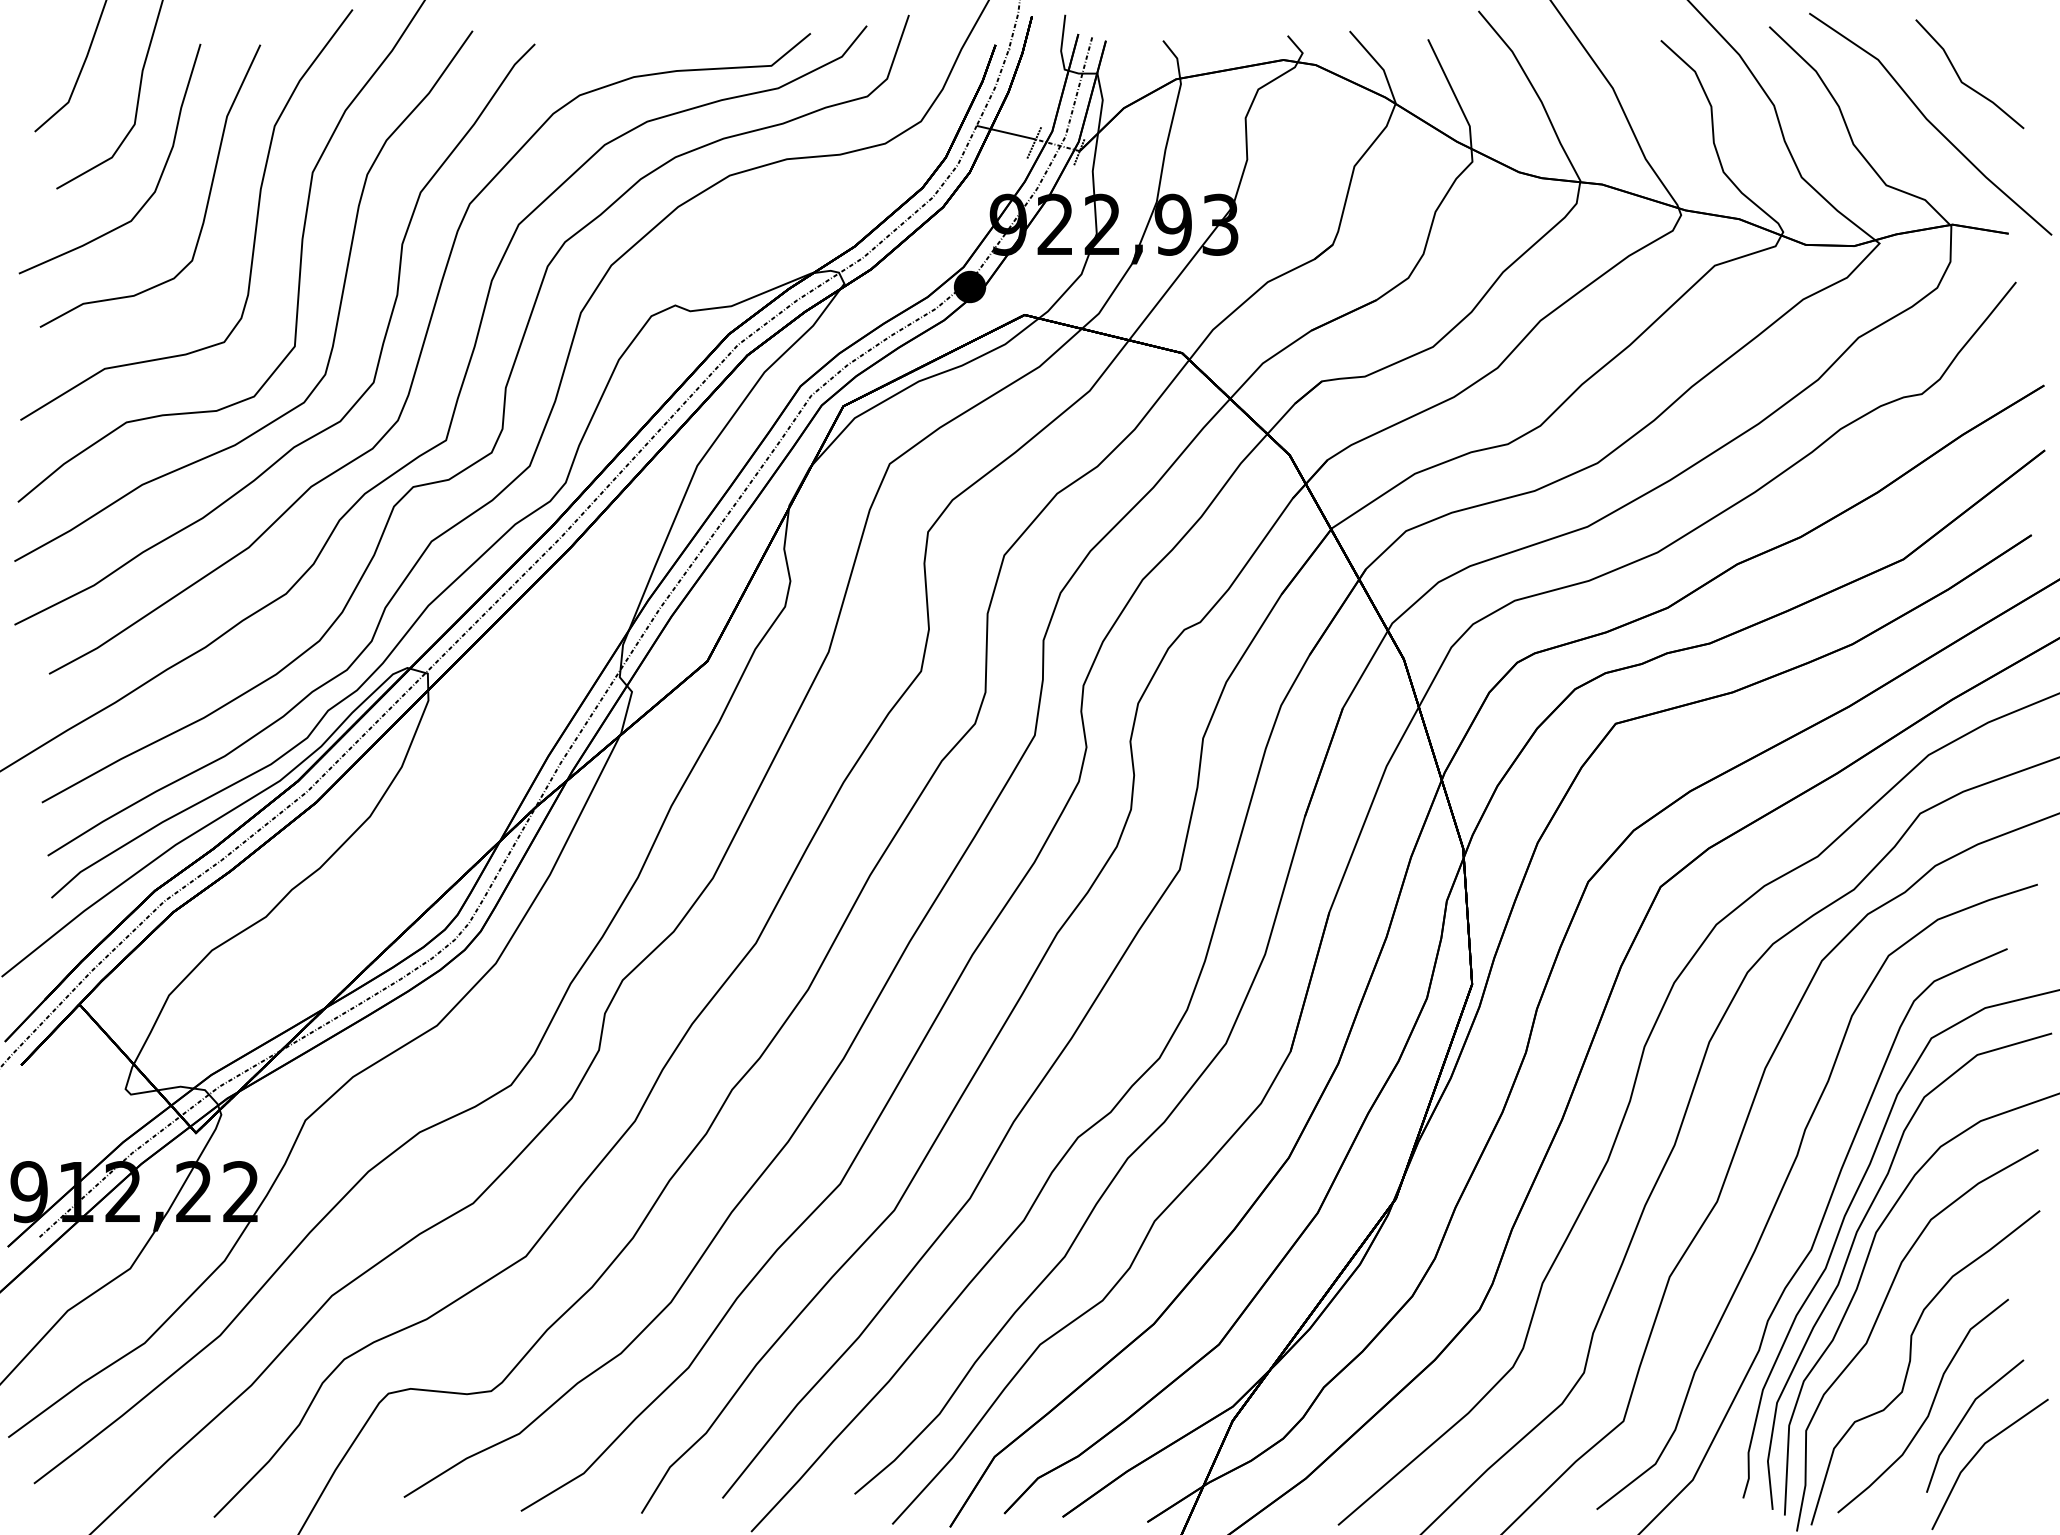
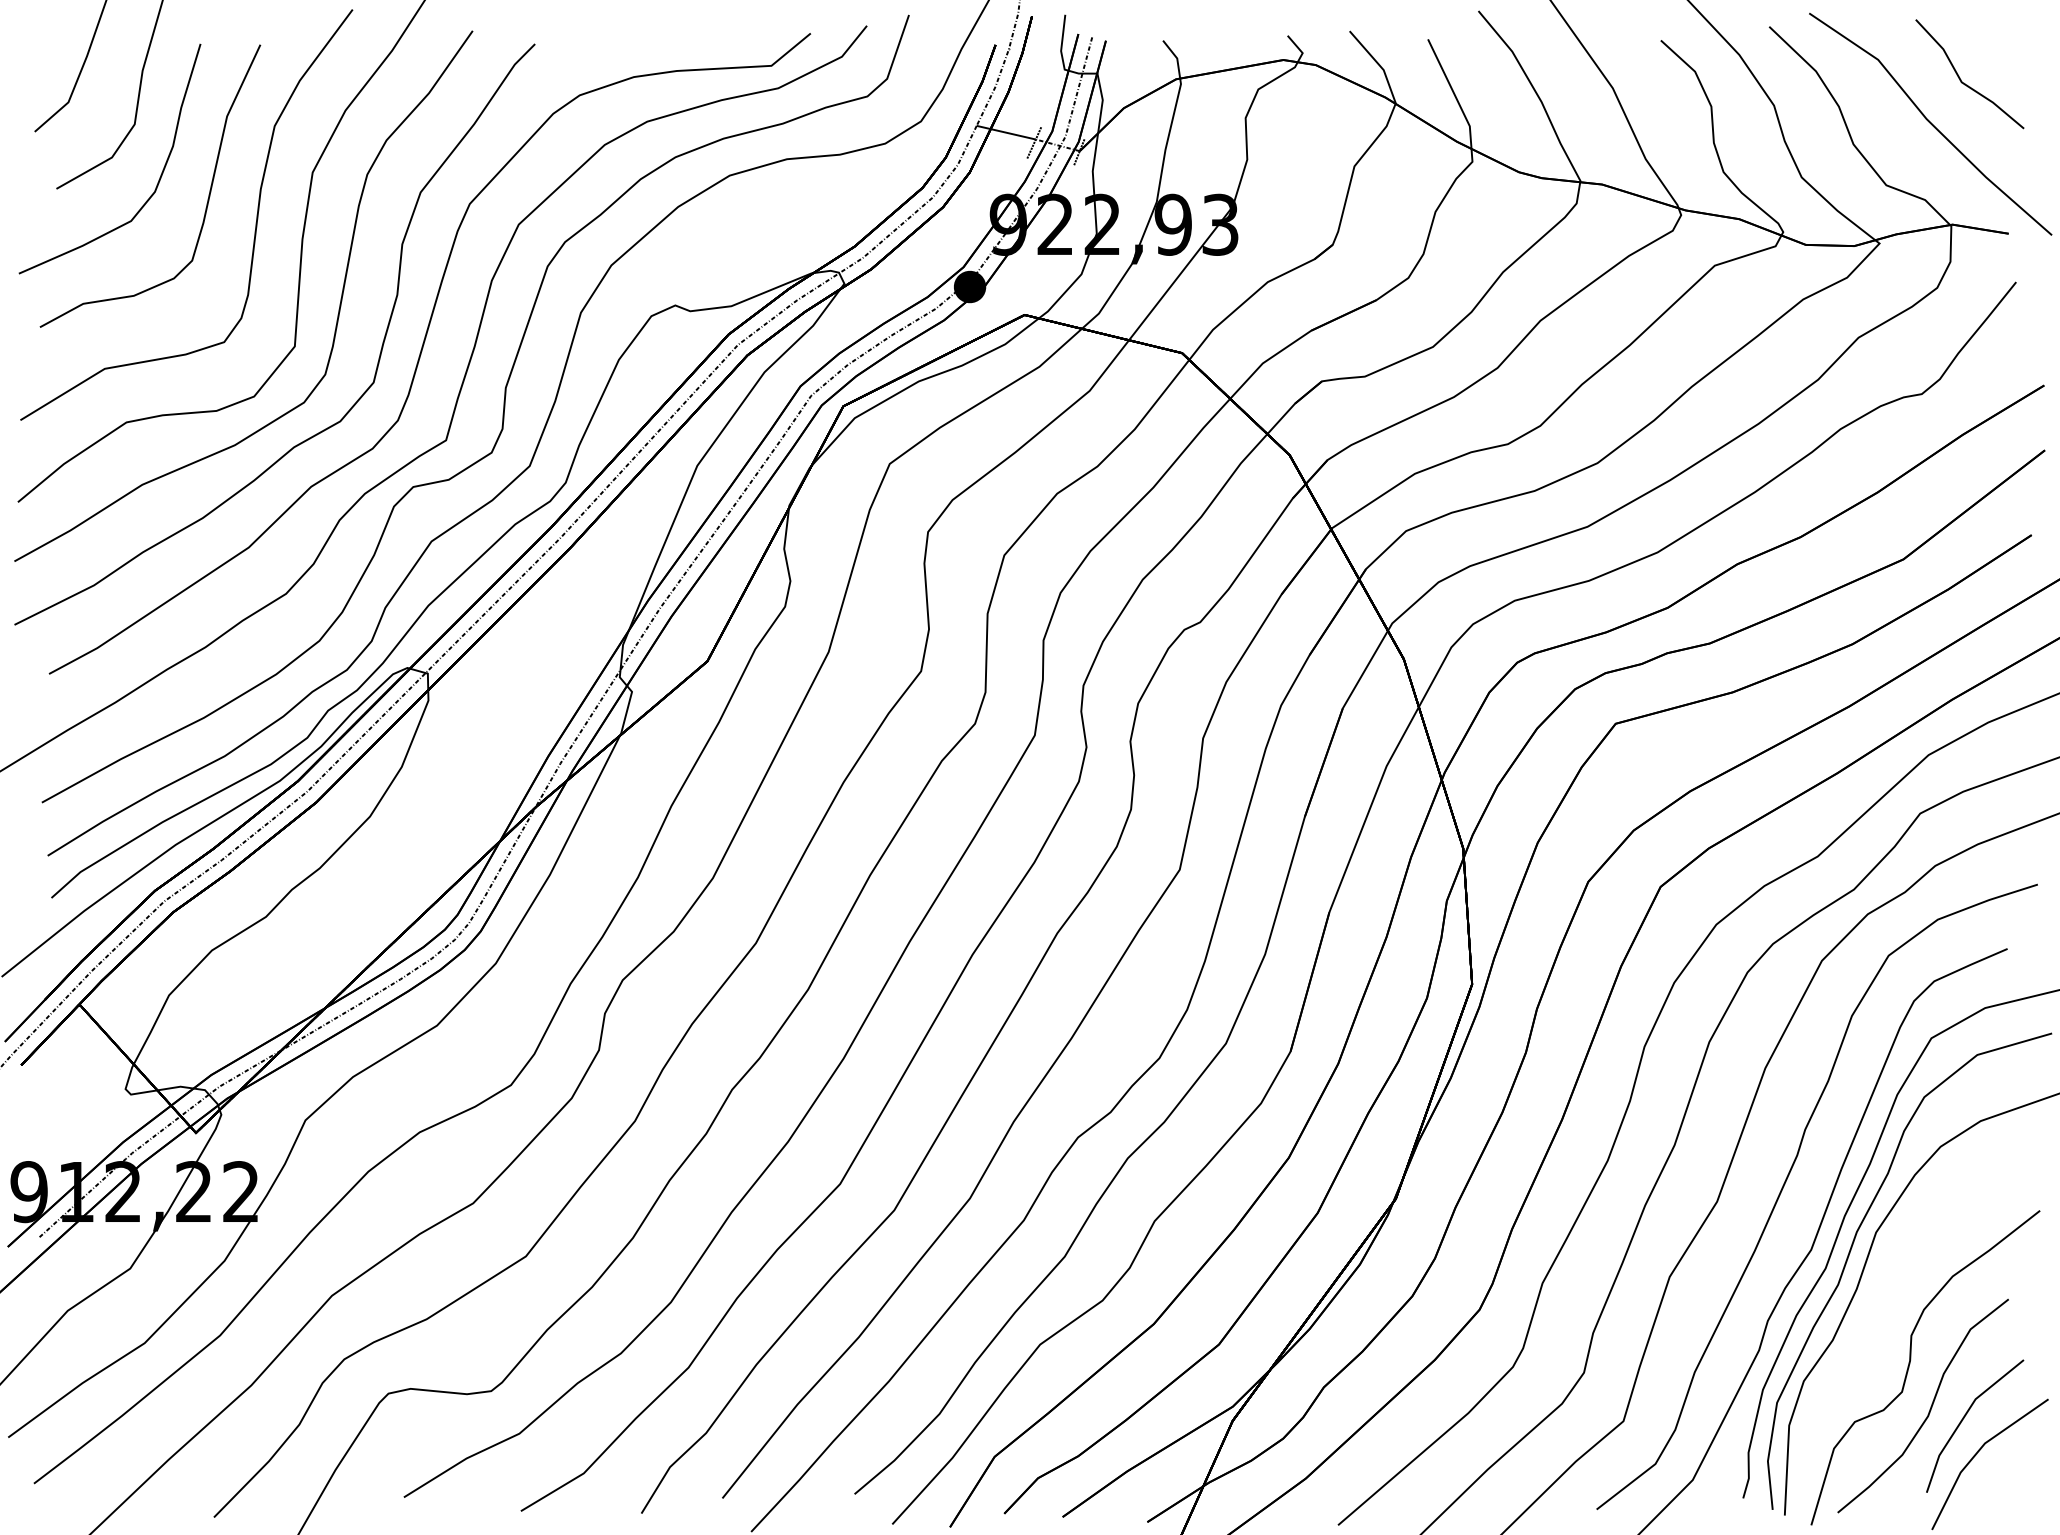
part at (1875, 1325): present -> none
